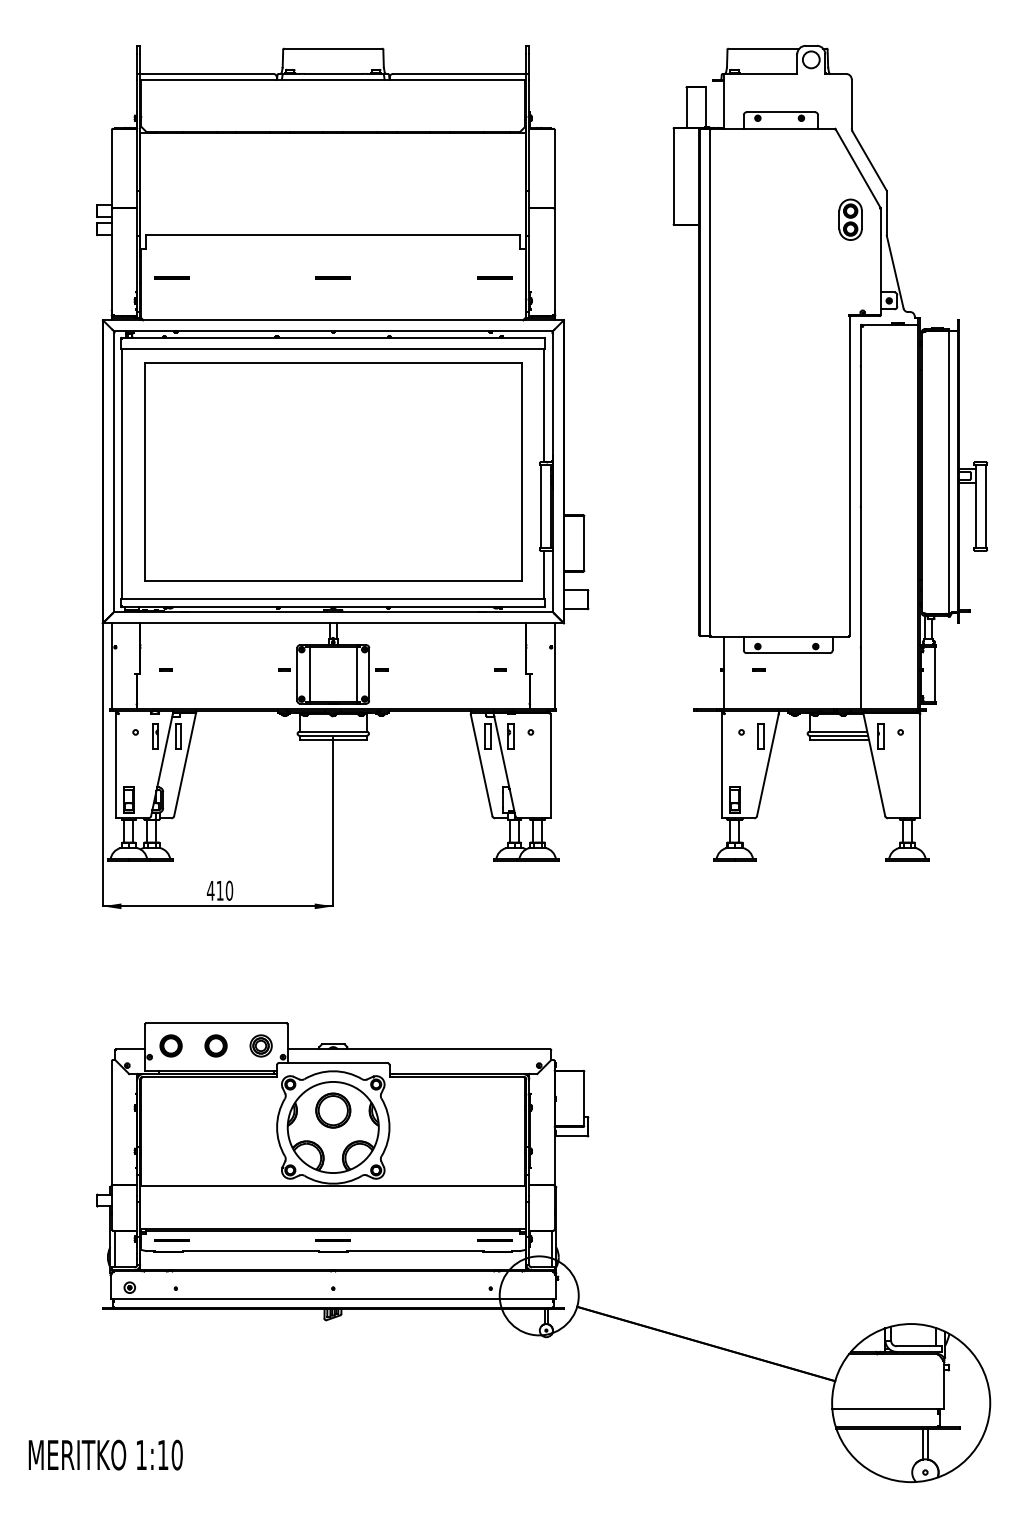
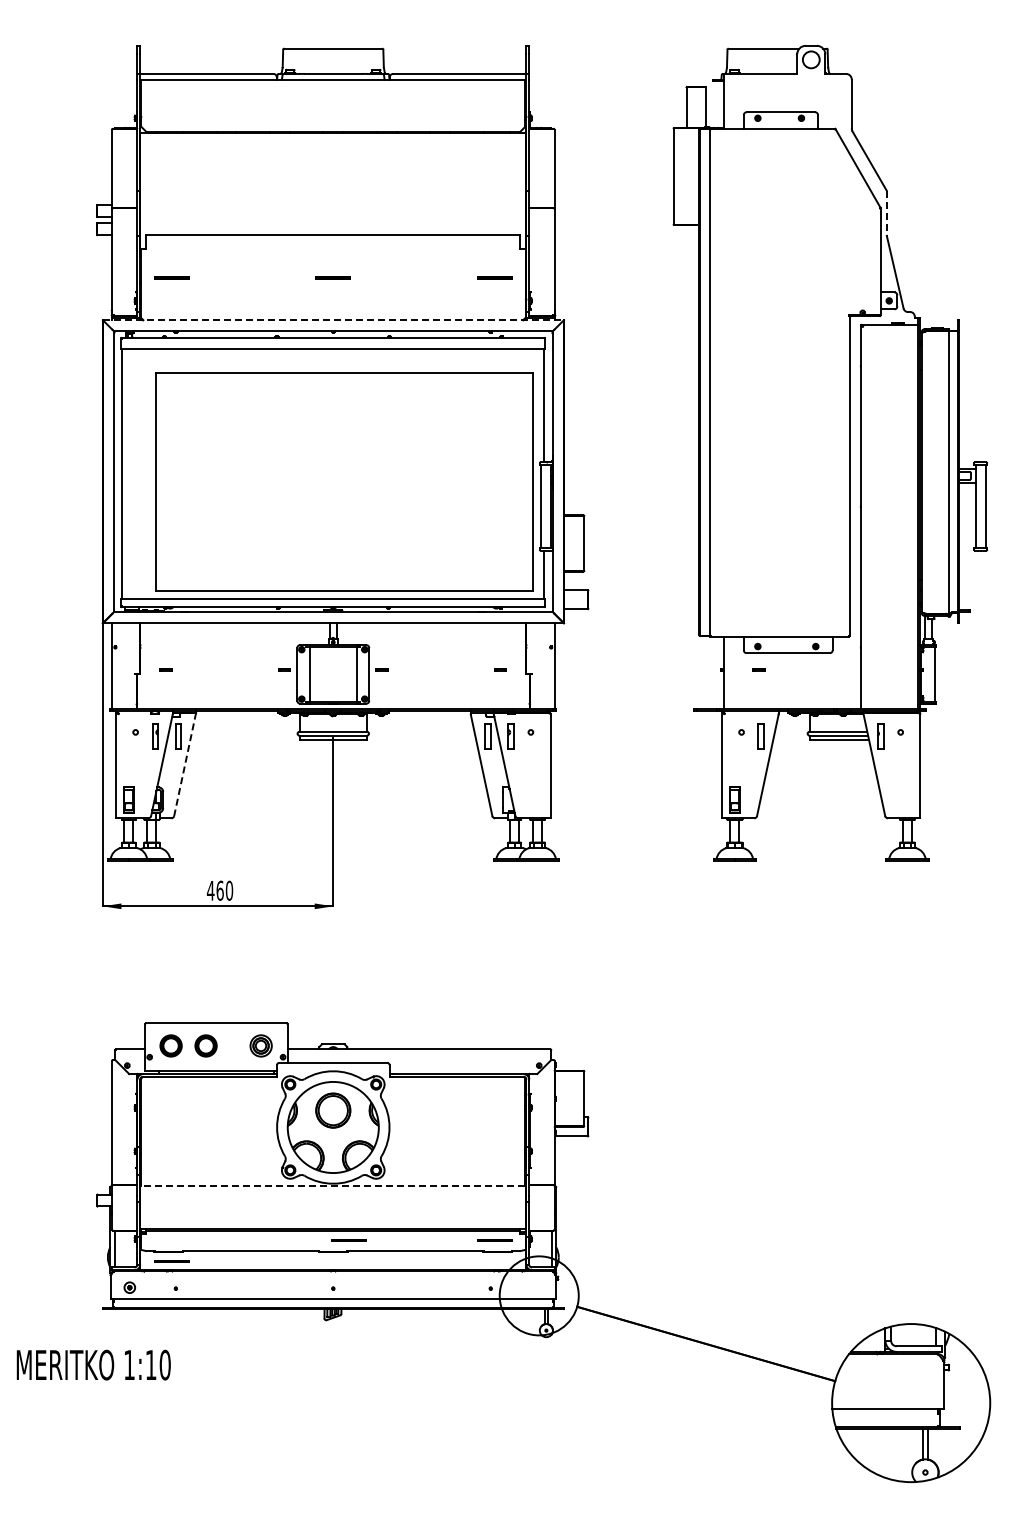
line at (886, 213): solid -> dashed
part at (850, 219): present -> none
line at (333, 320): solid -> dashed
part at (333, 471) position: (333, 471) -> (344, 481)
line at (185, 764): solid -> dashed
text at (219, 890): 410 -> 460
part at (215, 1045) position: (215, 1045) -> (205, 1045)
line at (332, 1186): solid -> dashed
line at (171, 1240) position: (171, 1240) -> (171, 1261)
line at (332, 1240) position: (332, 1240) -> (348, 1240)
text at (105, 1454) position: (105, 1454) -> (93, 1364)
